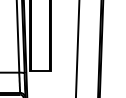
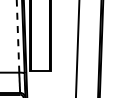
line at (18, 35): solid -> dashed
